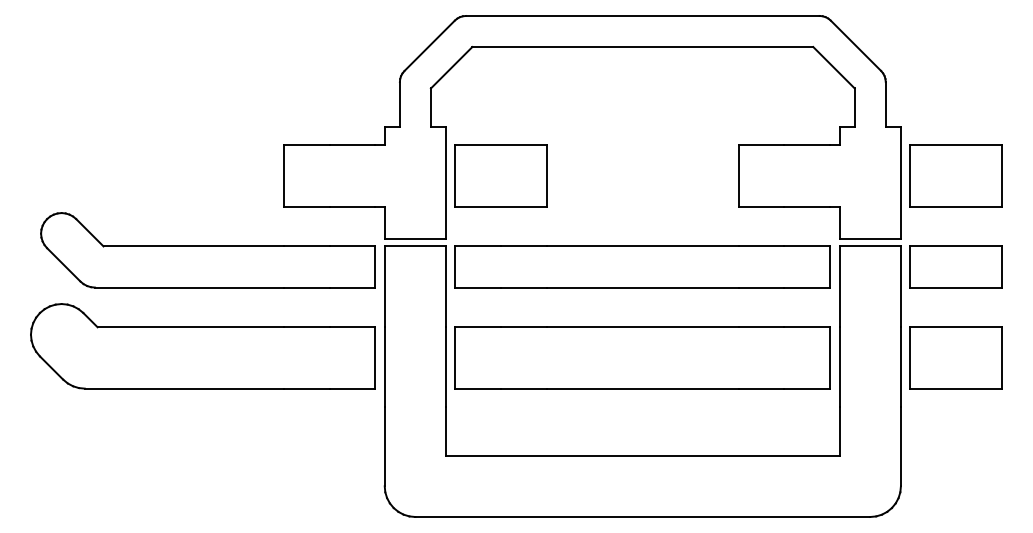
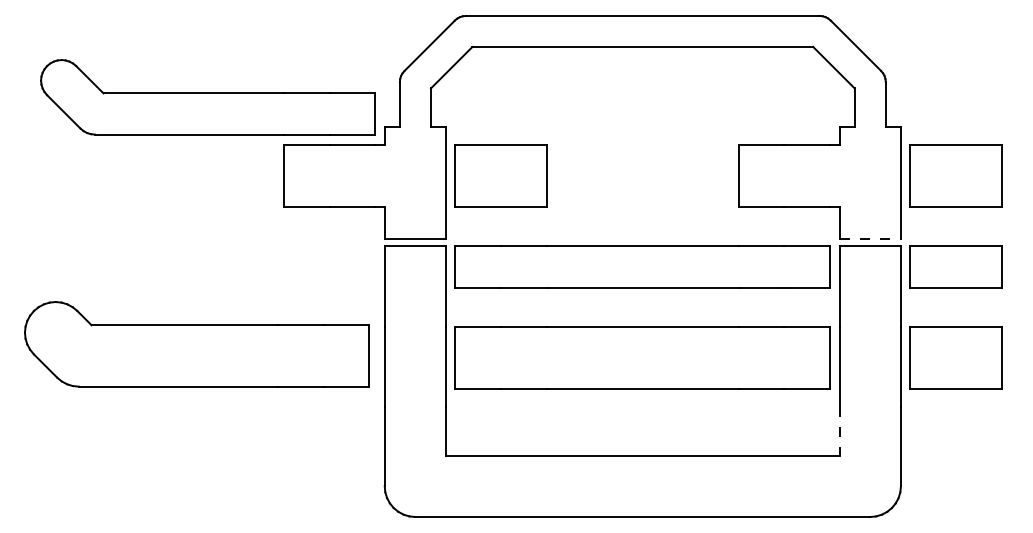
line at (870, 239): solid -> dashed
part at (207, 250) position: (207, 250) -> (207, 97)
part at (202, 346) position: (202, 346) -> (196, 344)
line at (839, 431): solid -> dashed
